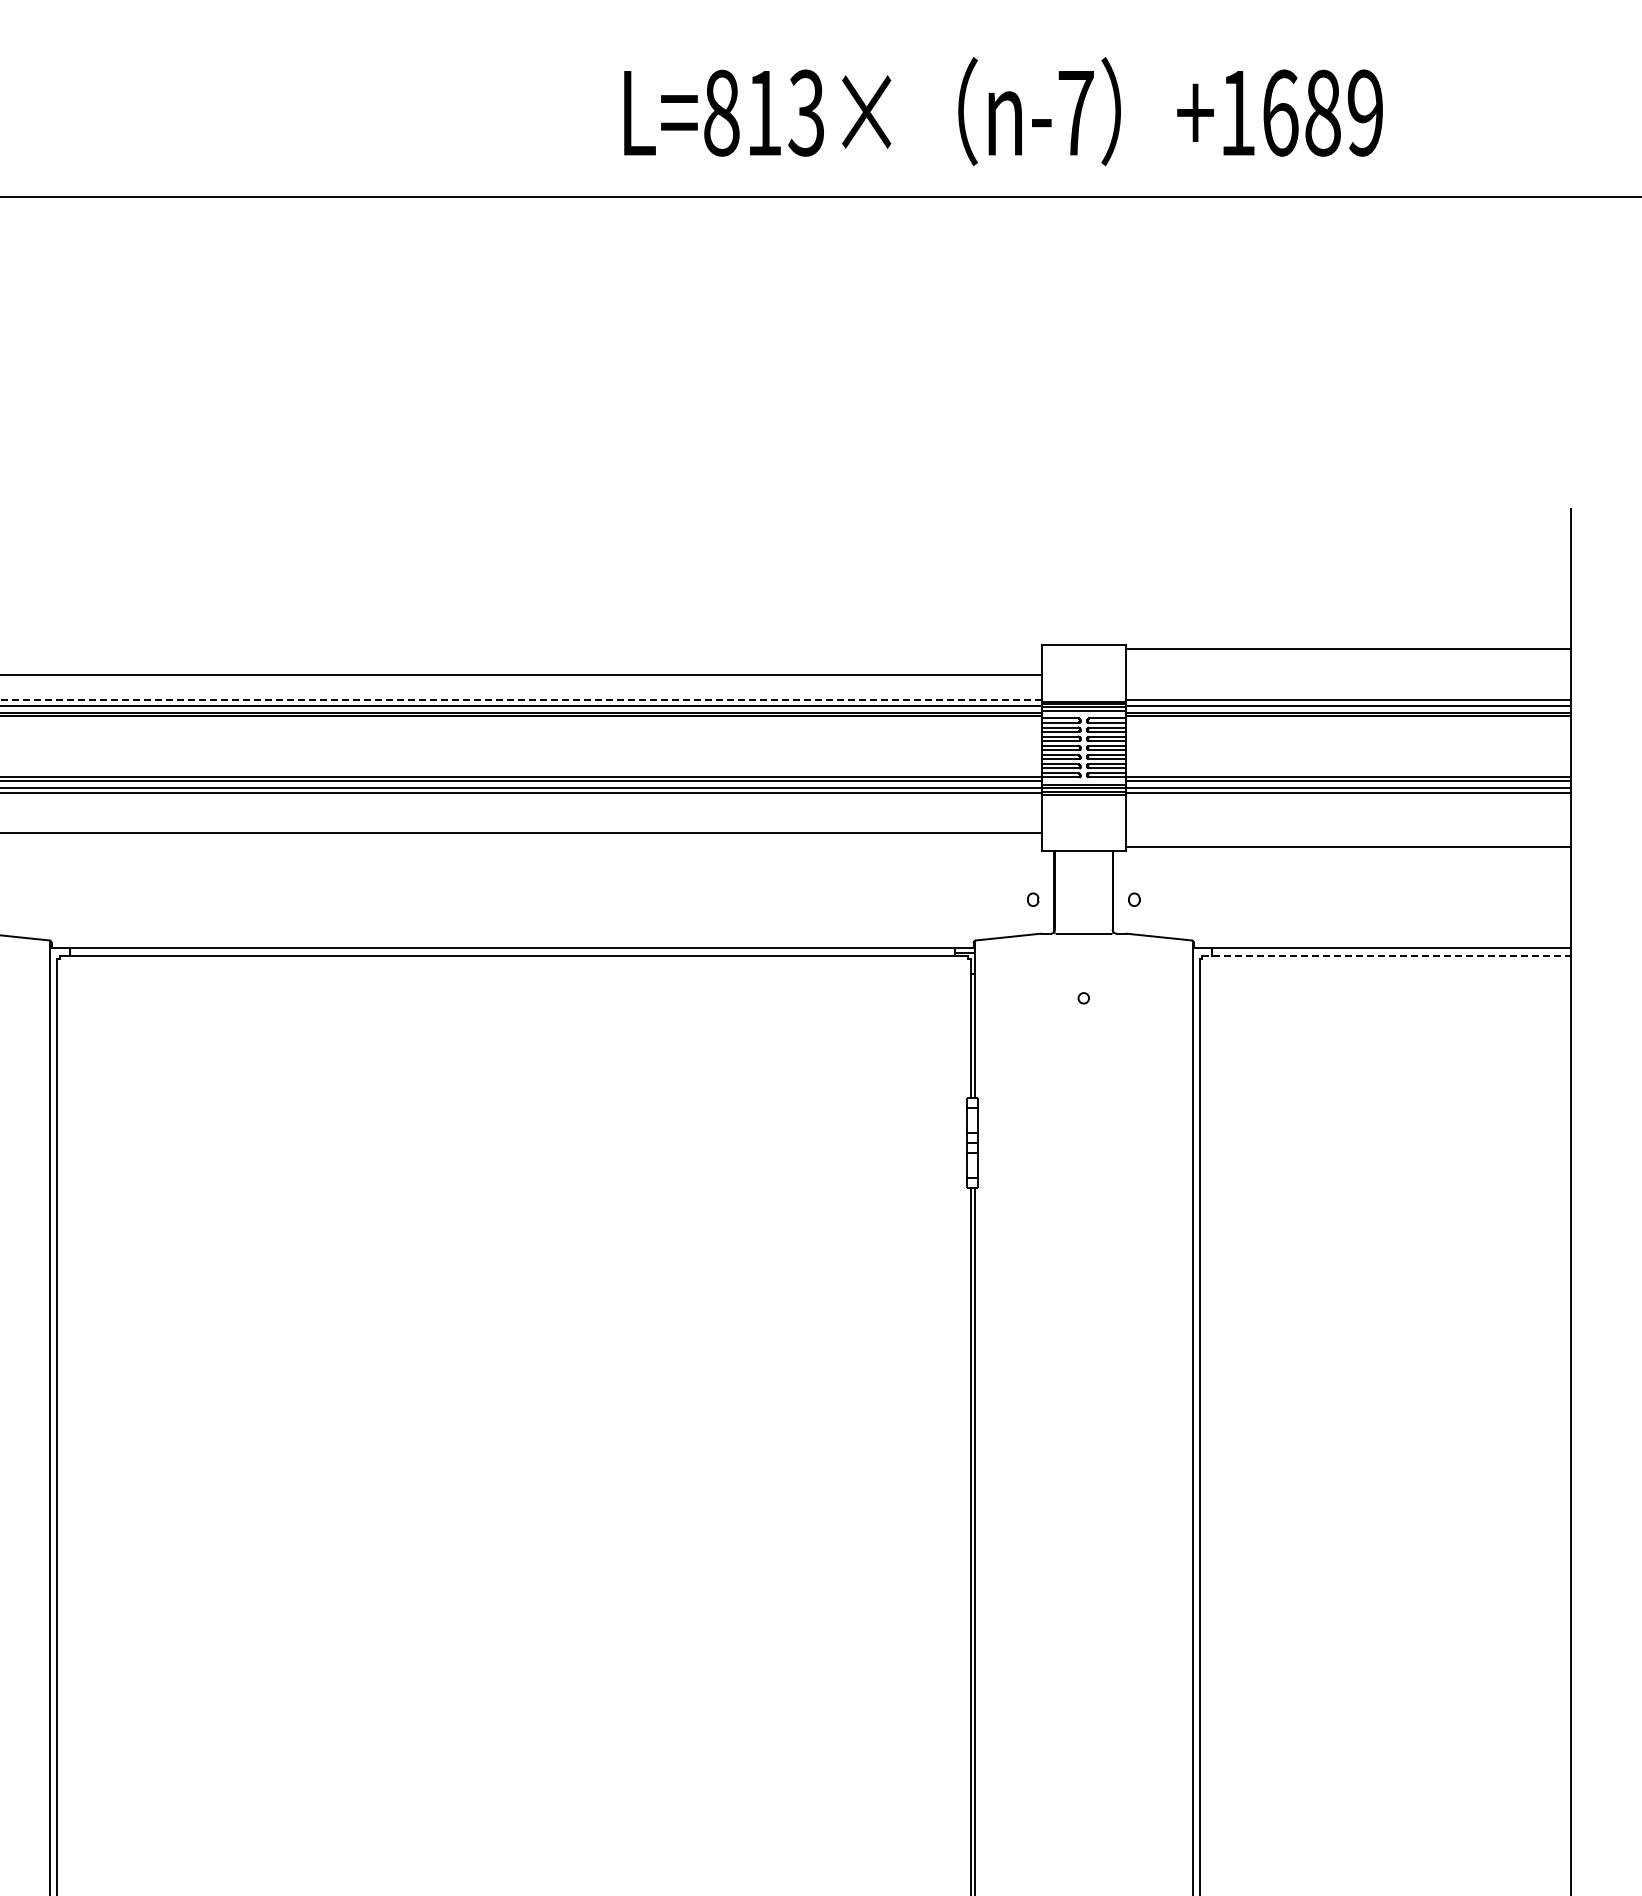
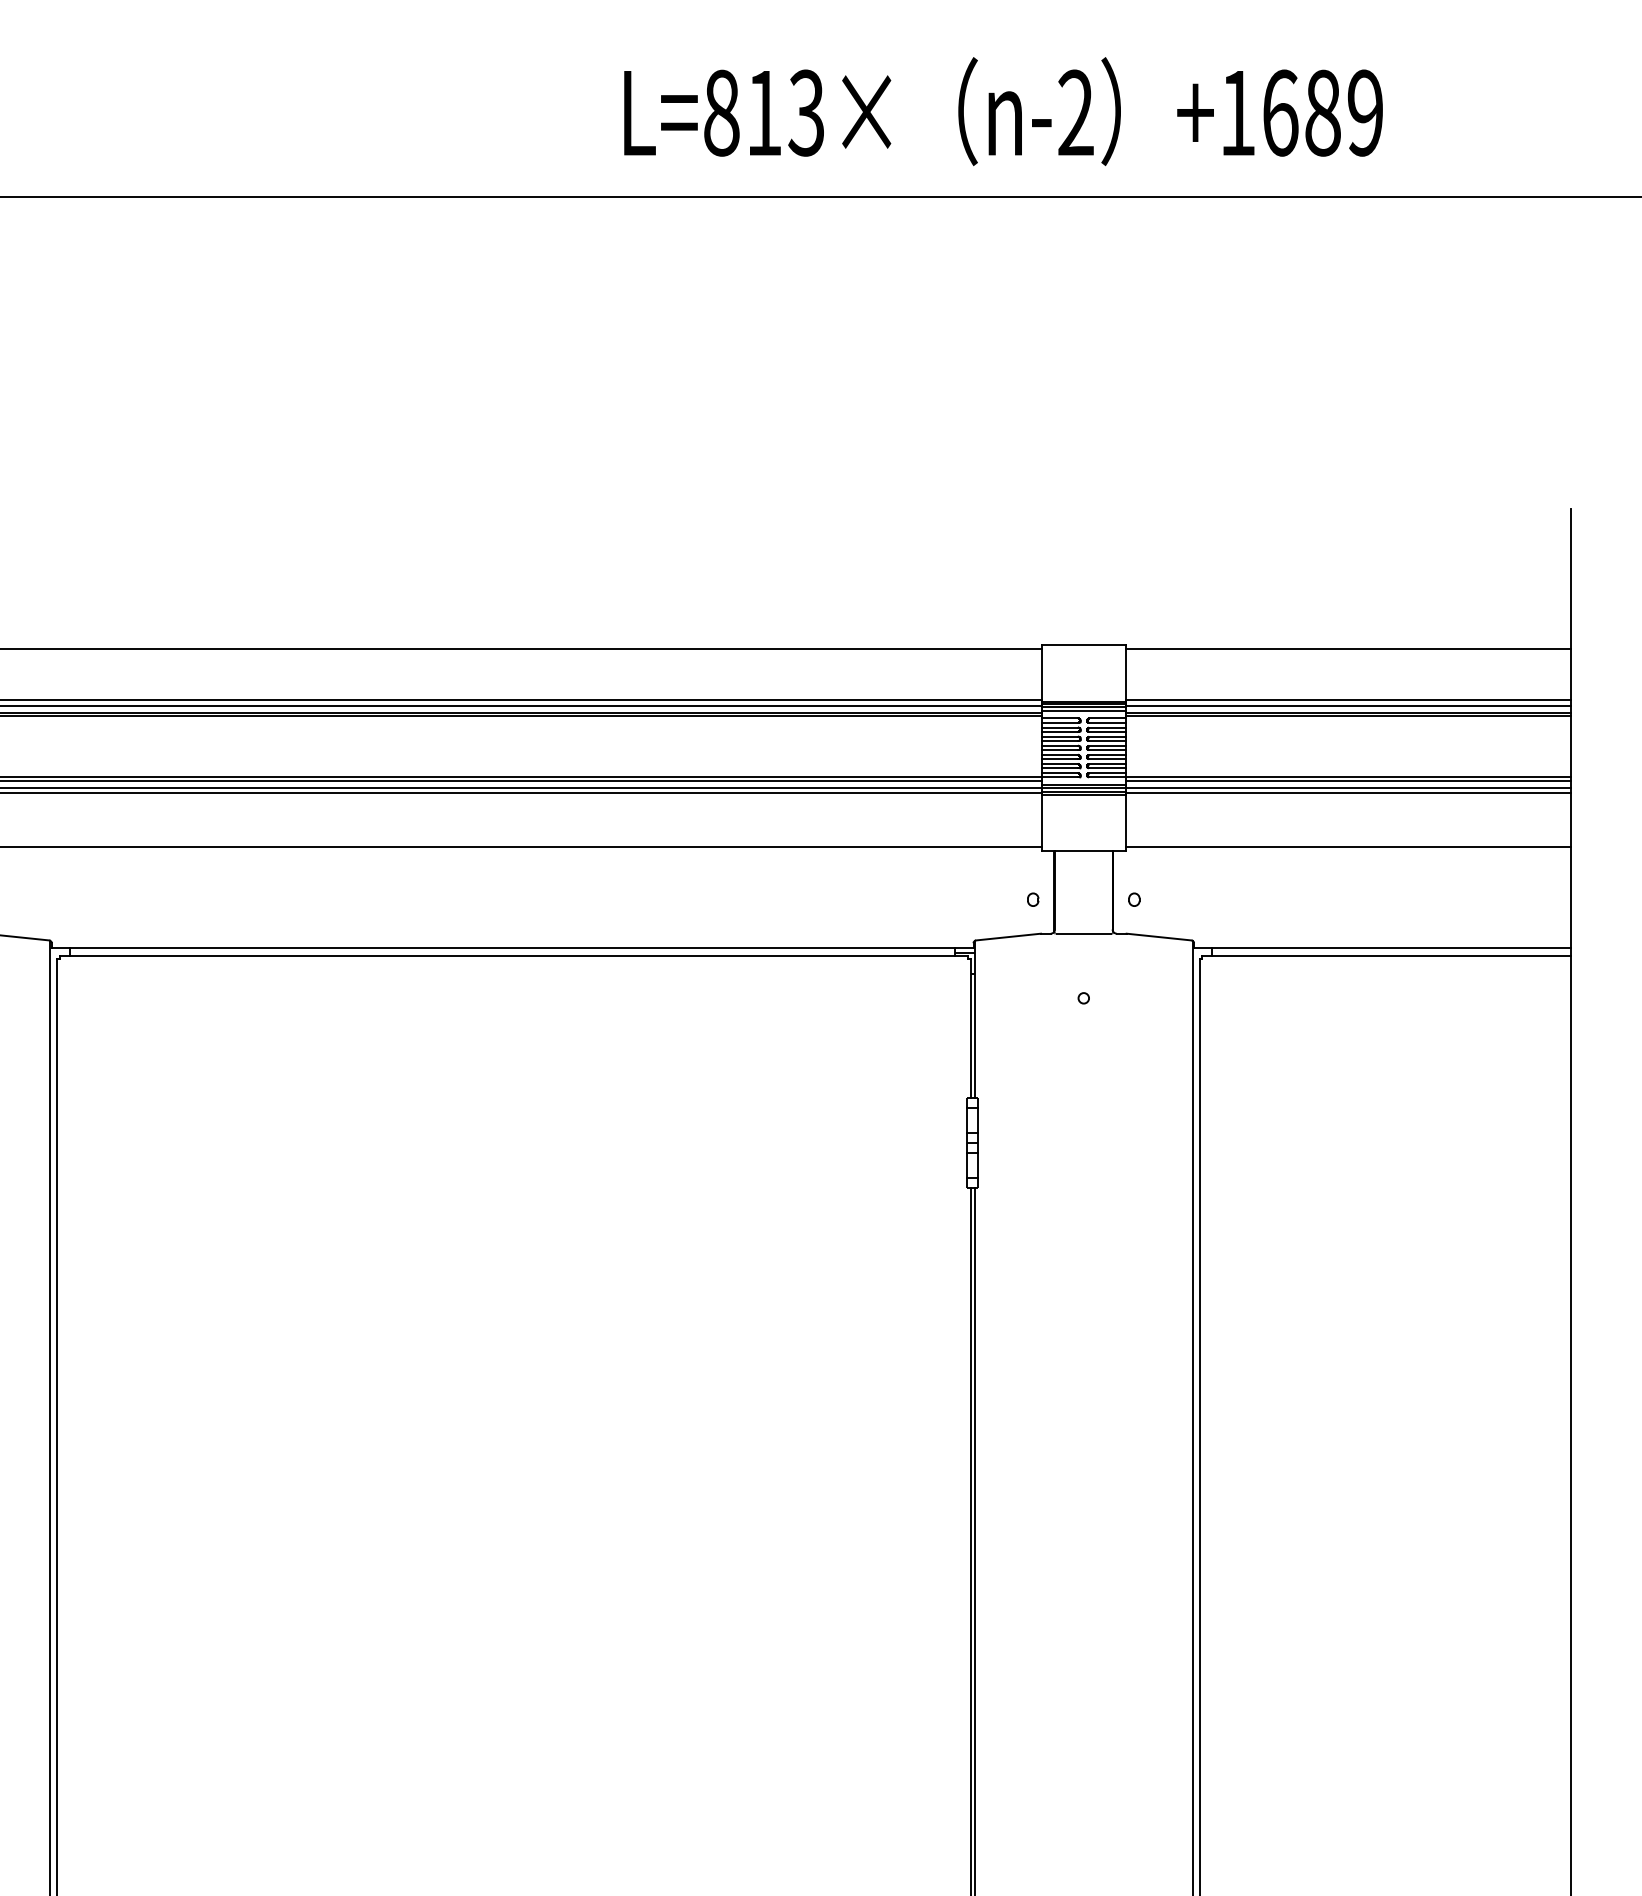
text at (1075, 112): n-7 -> n-2
line at (521, 675) position: (521, 675) -> (521, 649)
line at (520, 700): dashed -> solid
line at (521, 833) position: (521, 833) -> (521, 847)
line at (1387, 956): dashed -> solid
